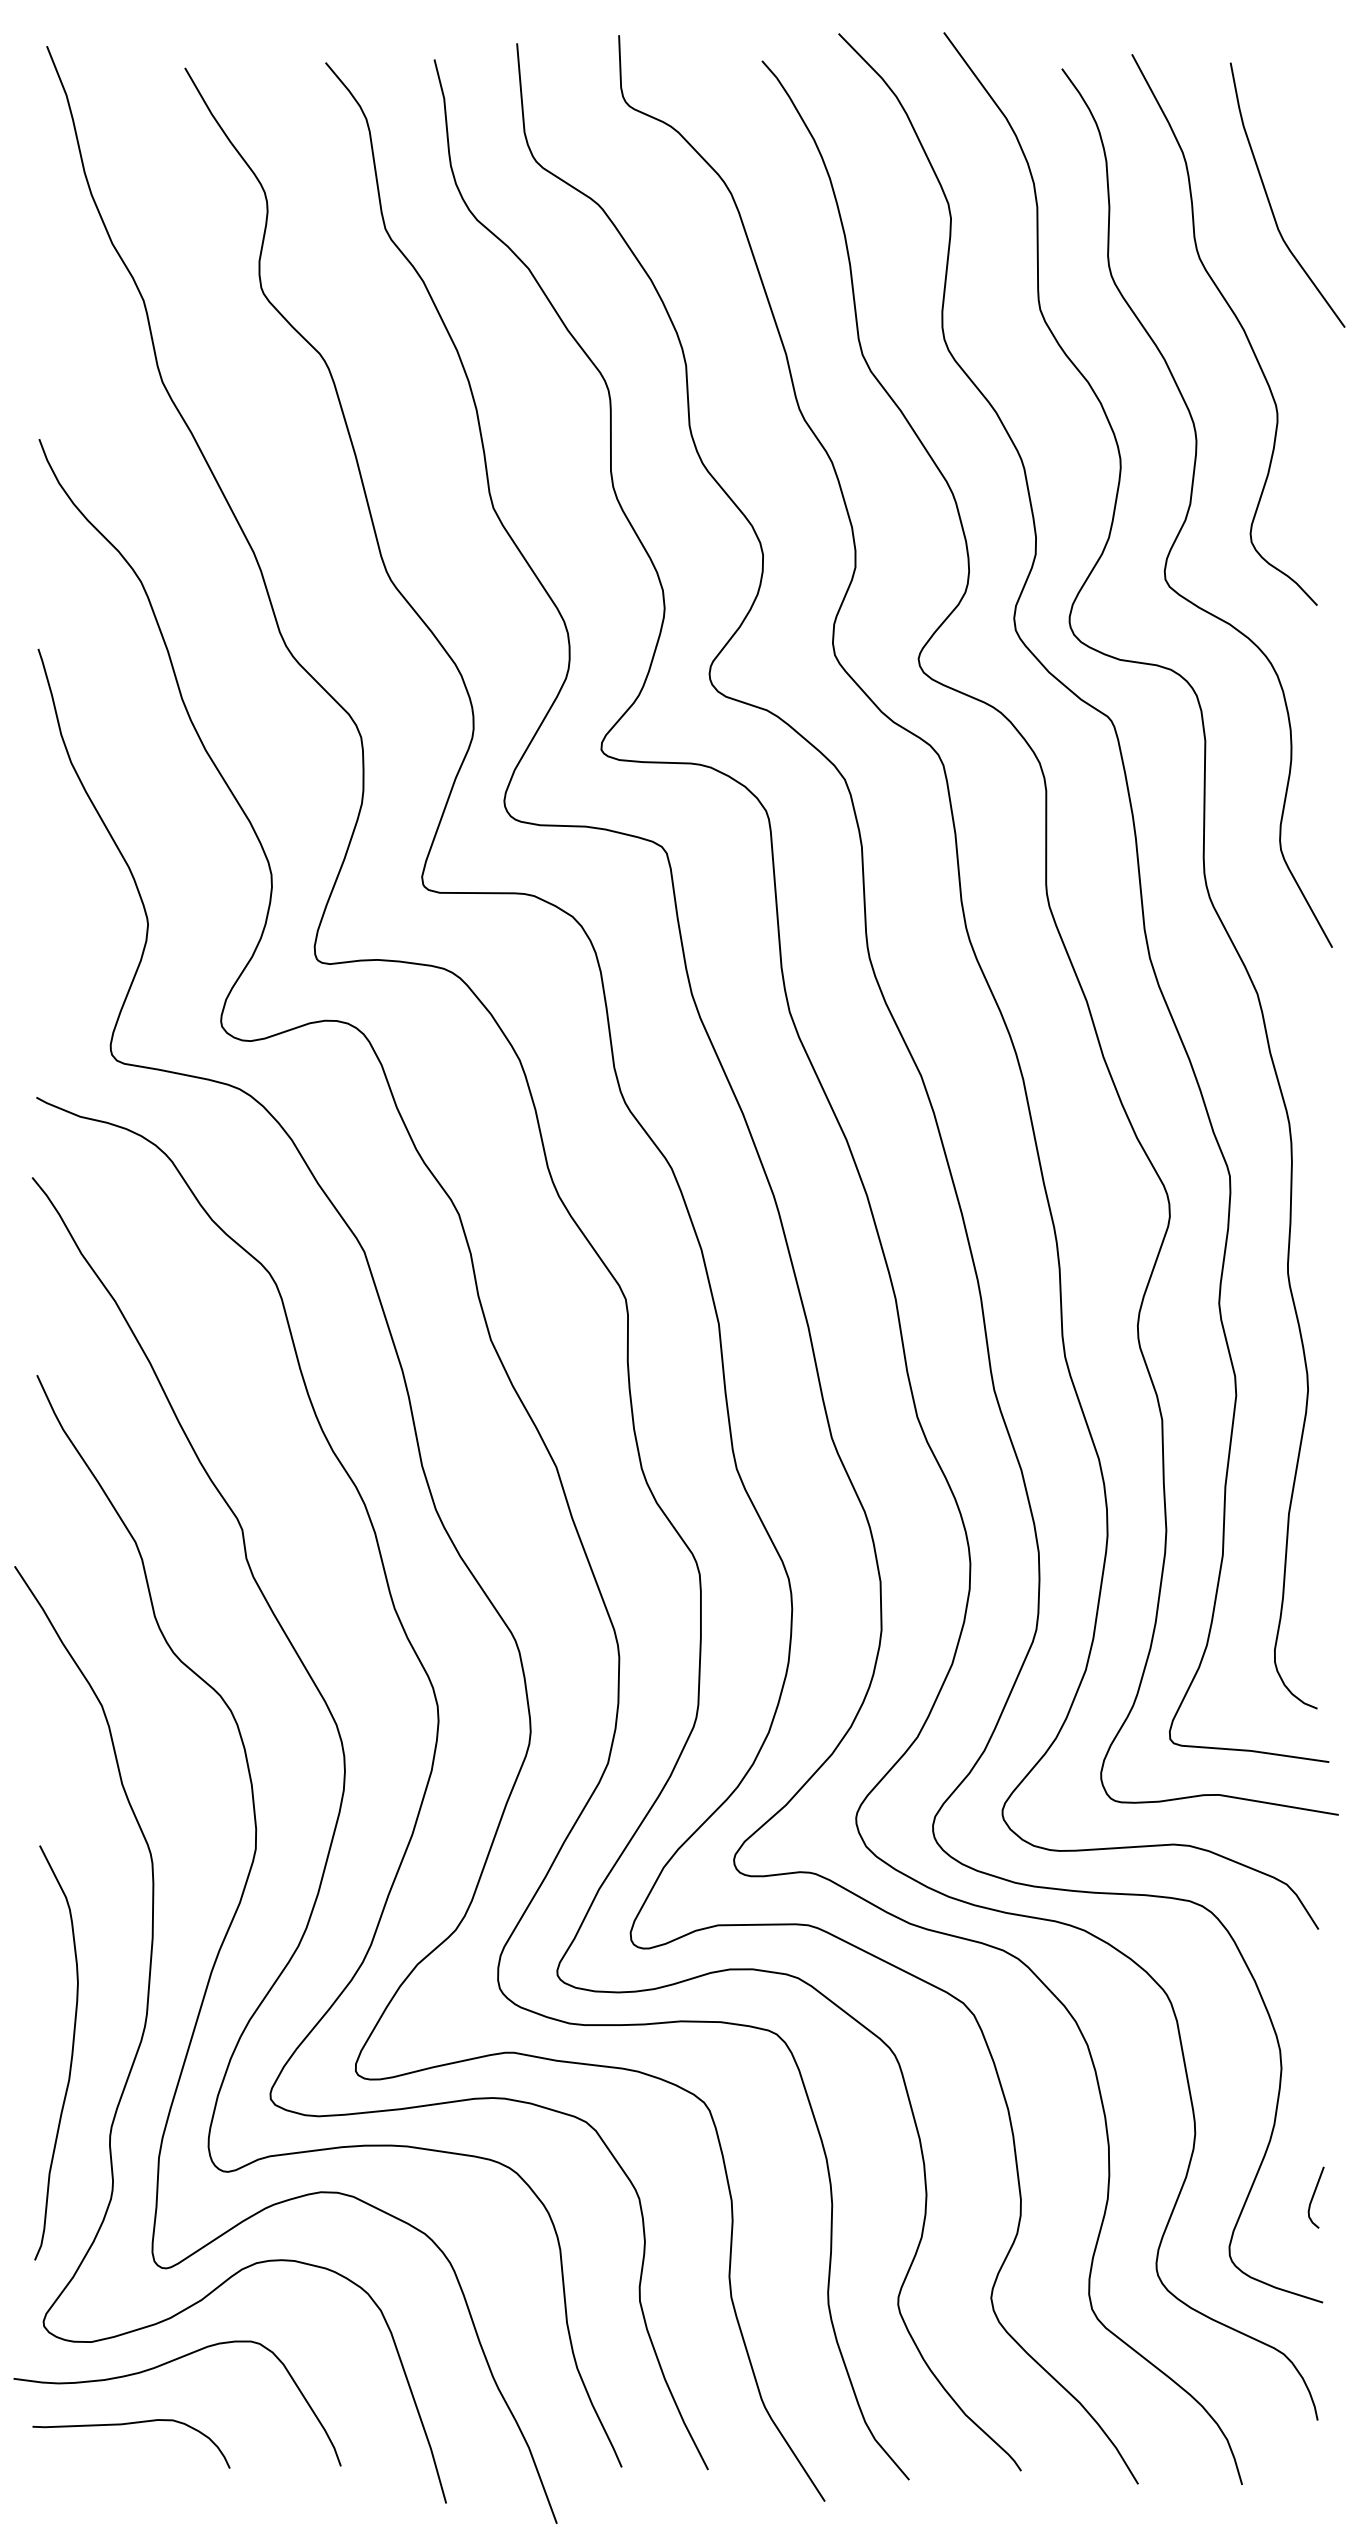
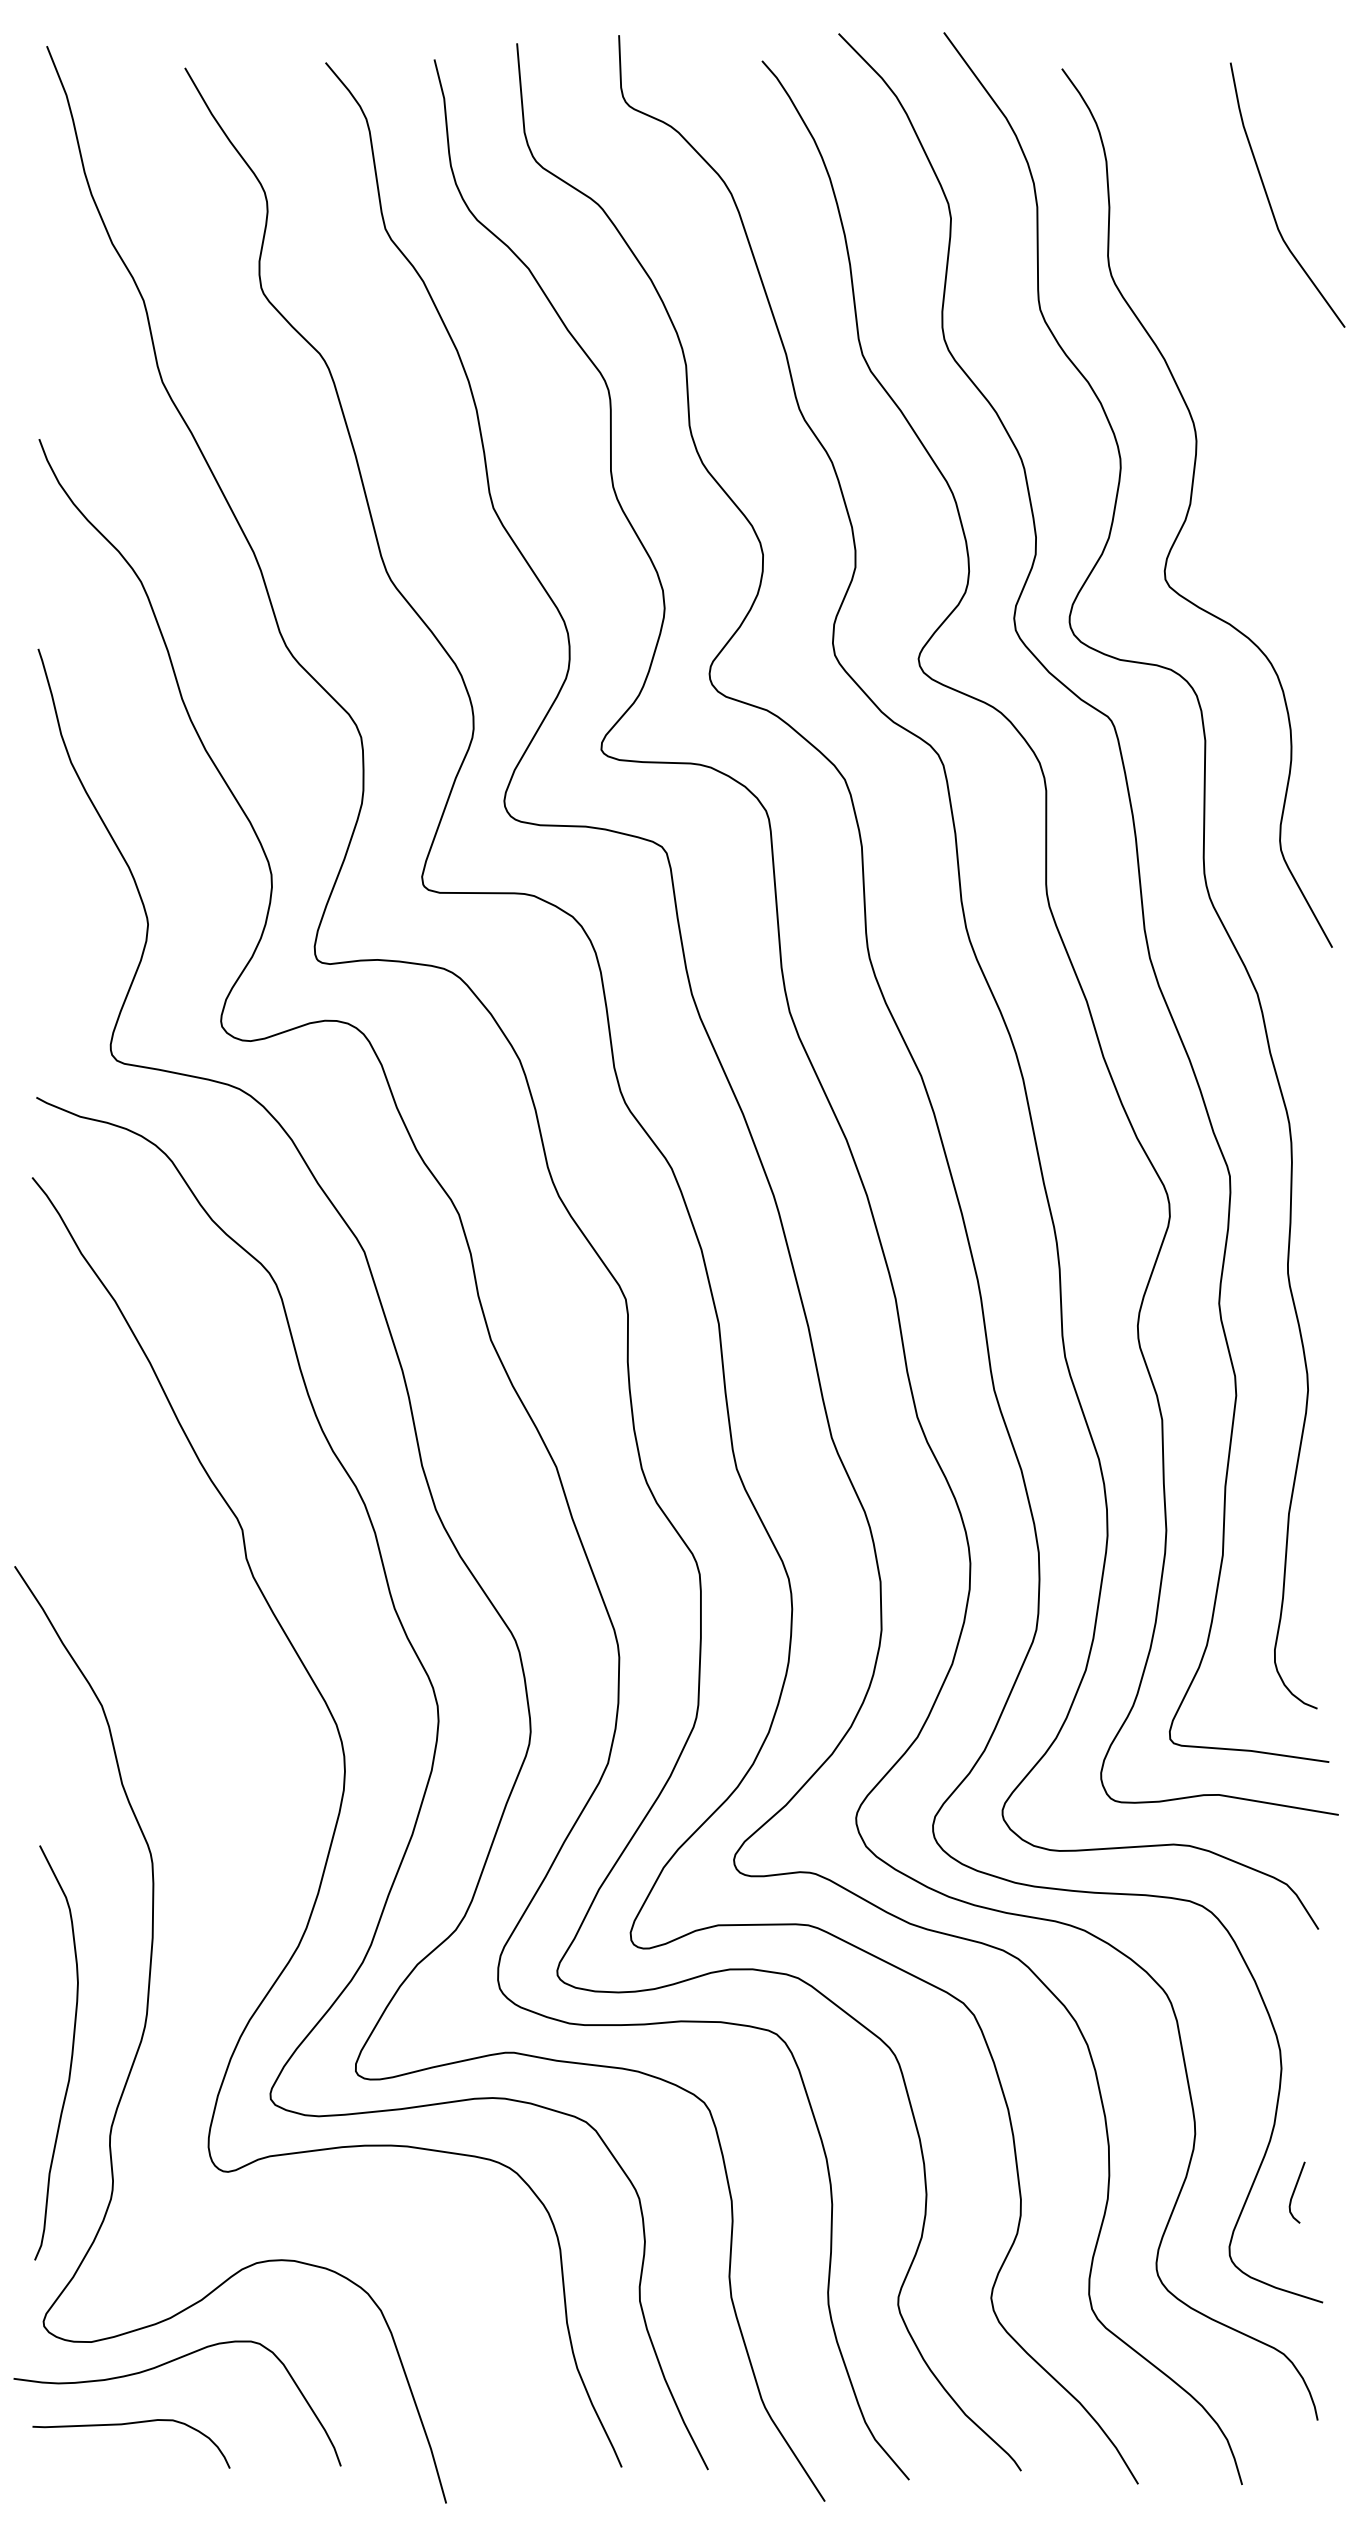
curve at (1237, 321): present -> none
curve at (231, 1925): present -> none
curve at (1313, 2197) position: (1313, 2197) -> (1294, 2192)
